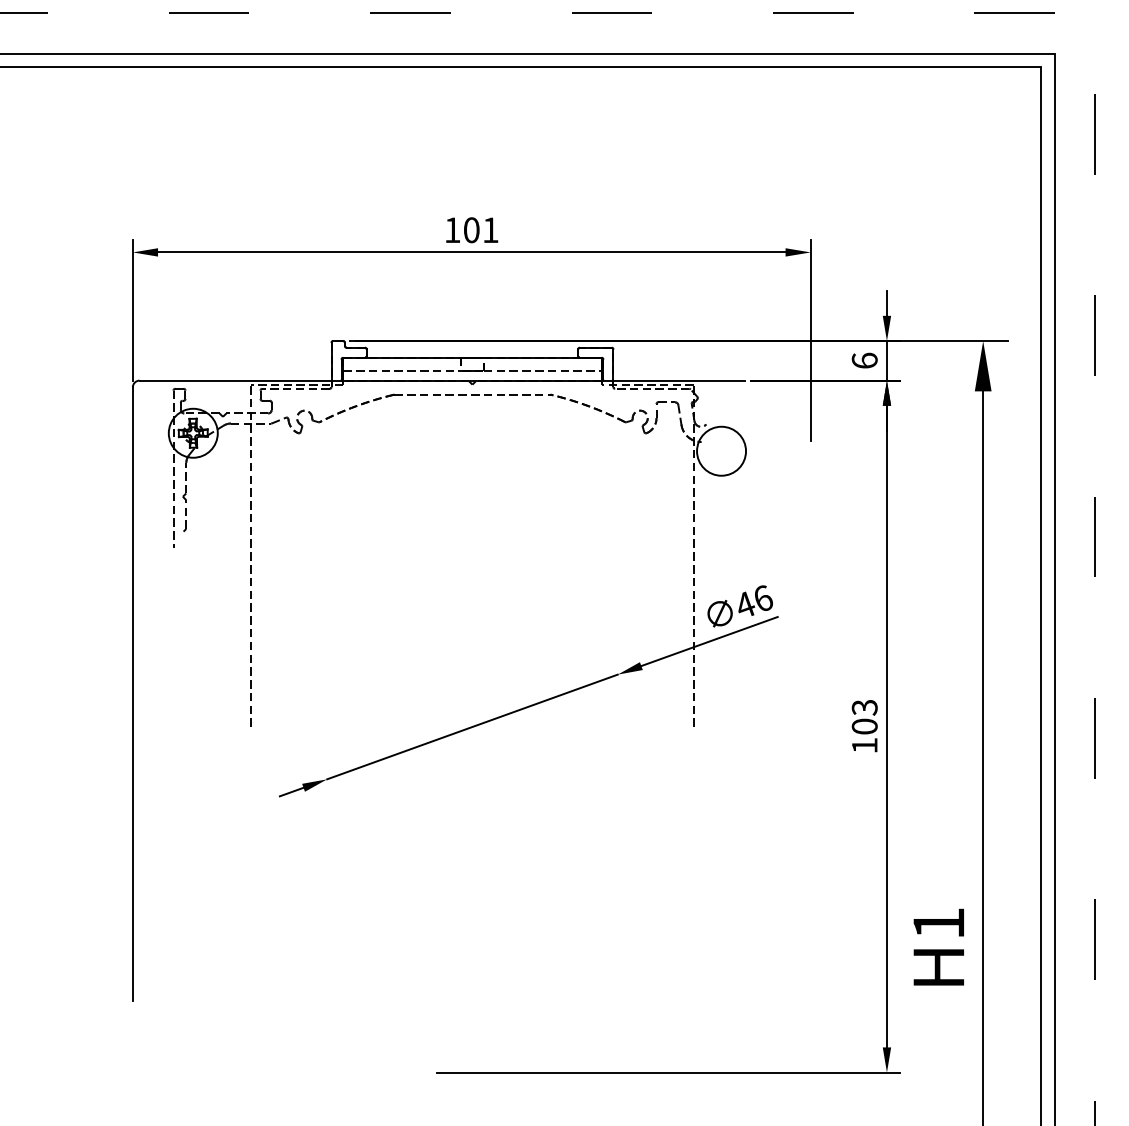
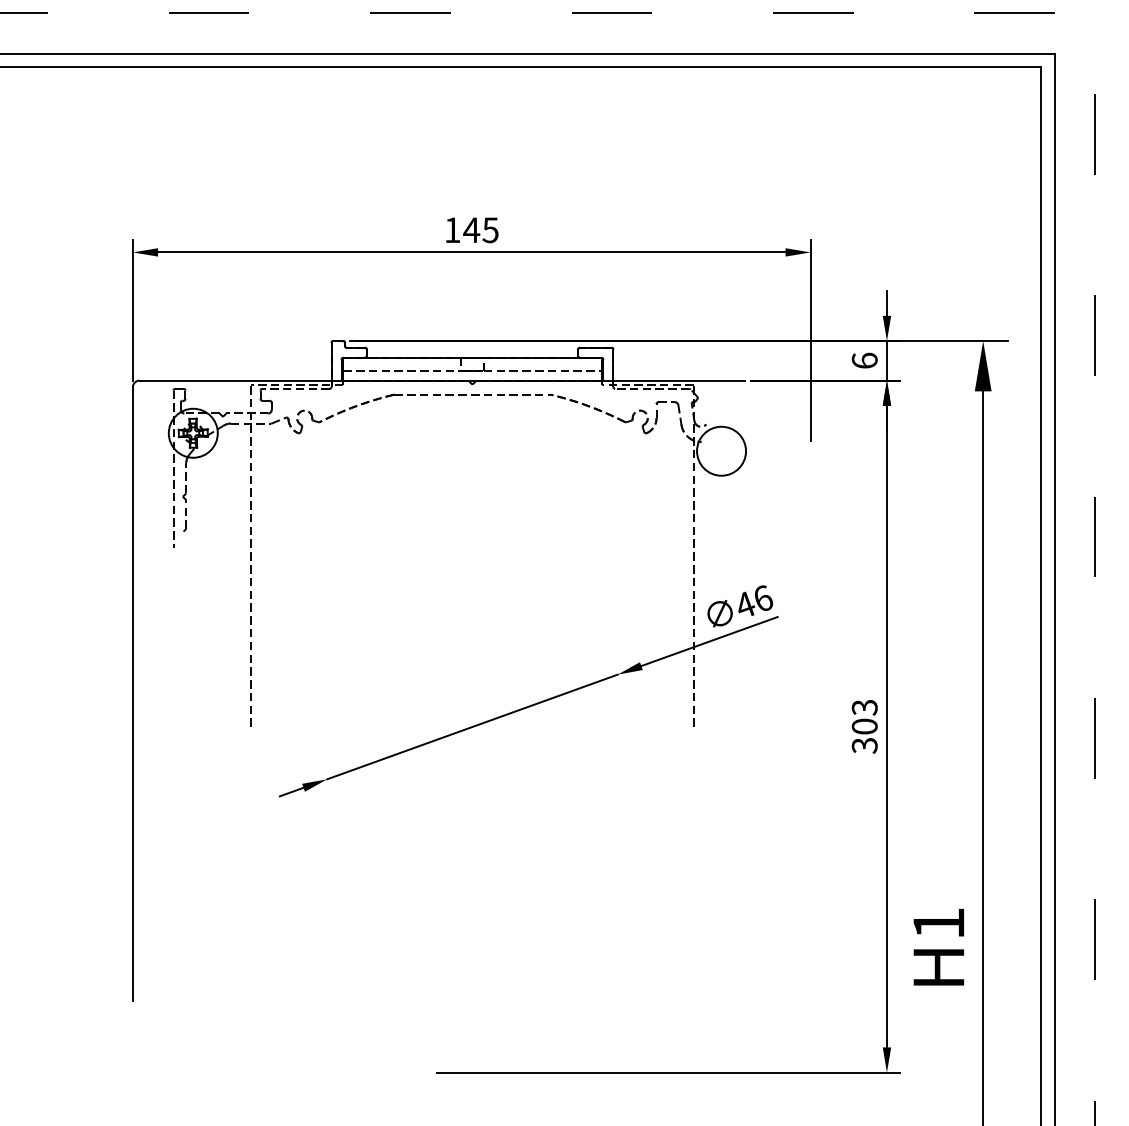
text at (480, 230): 101 -> 145
text at (864, 745): 103 -> 303
